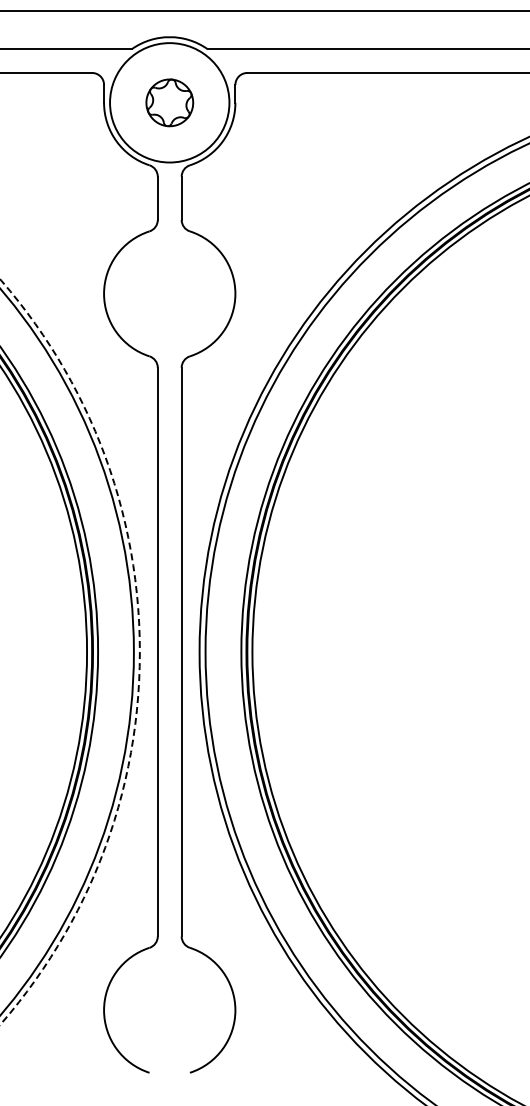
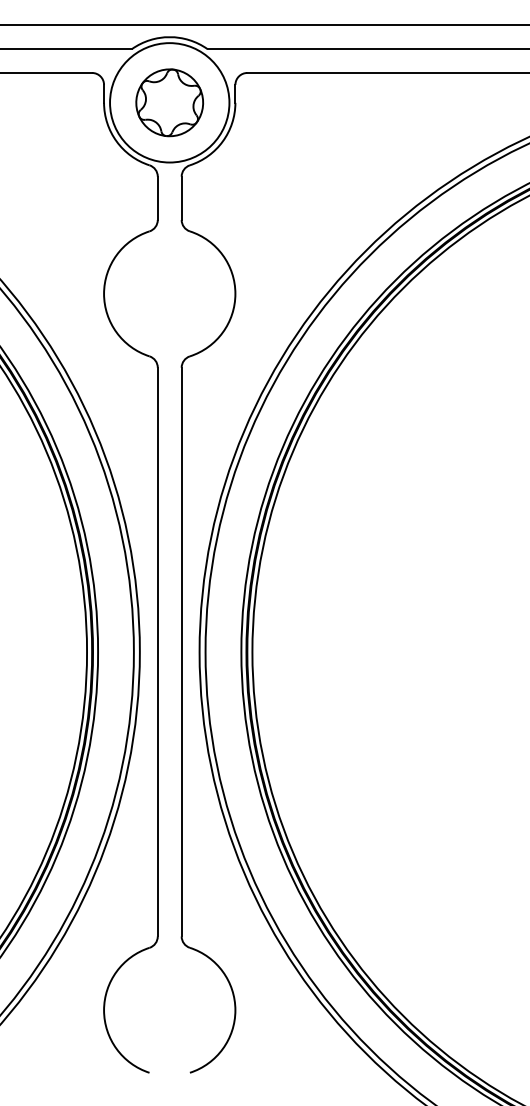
line at (264, 11) position: (264, 11) -> (264, 25)
part at (169, 102) size: 50x50 px -> 70x70 px
circle at (69, 651): dashed -> solid
